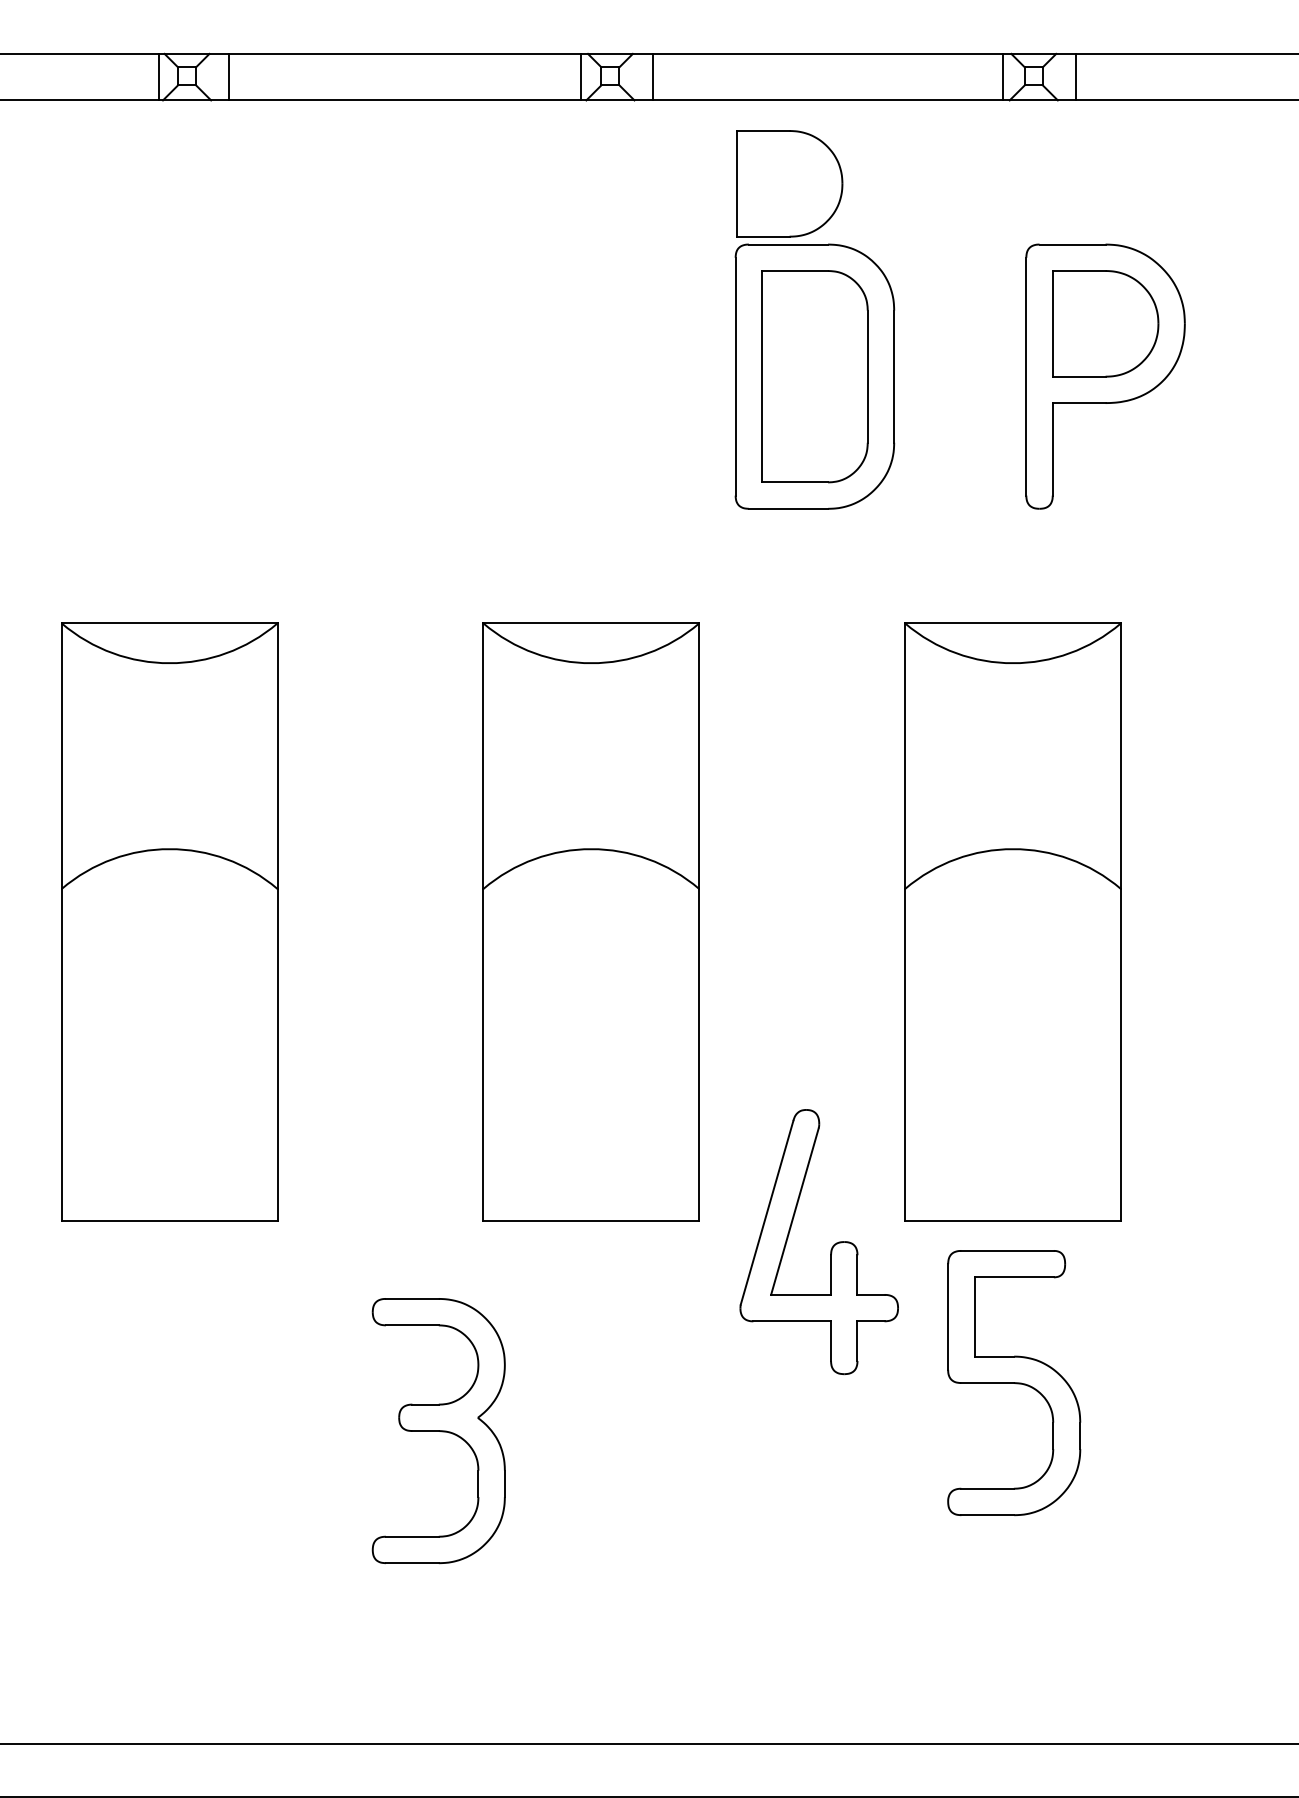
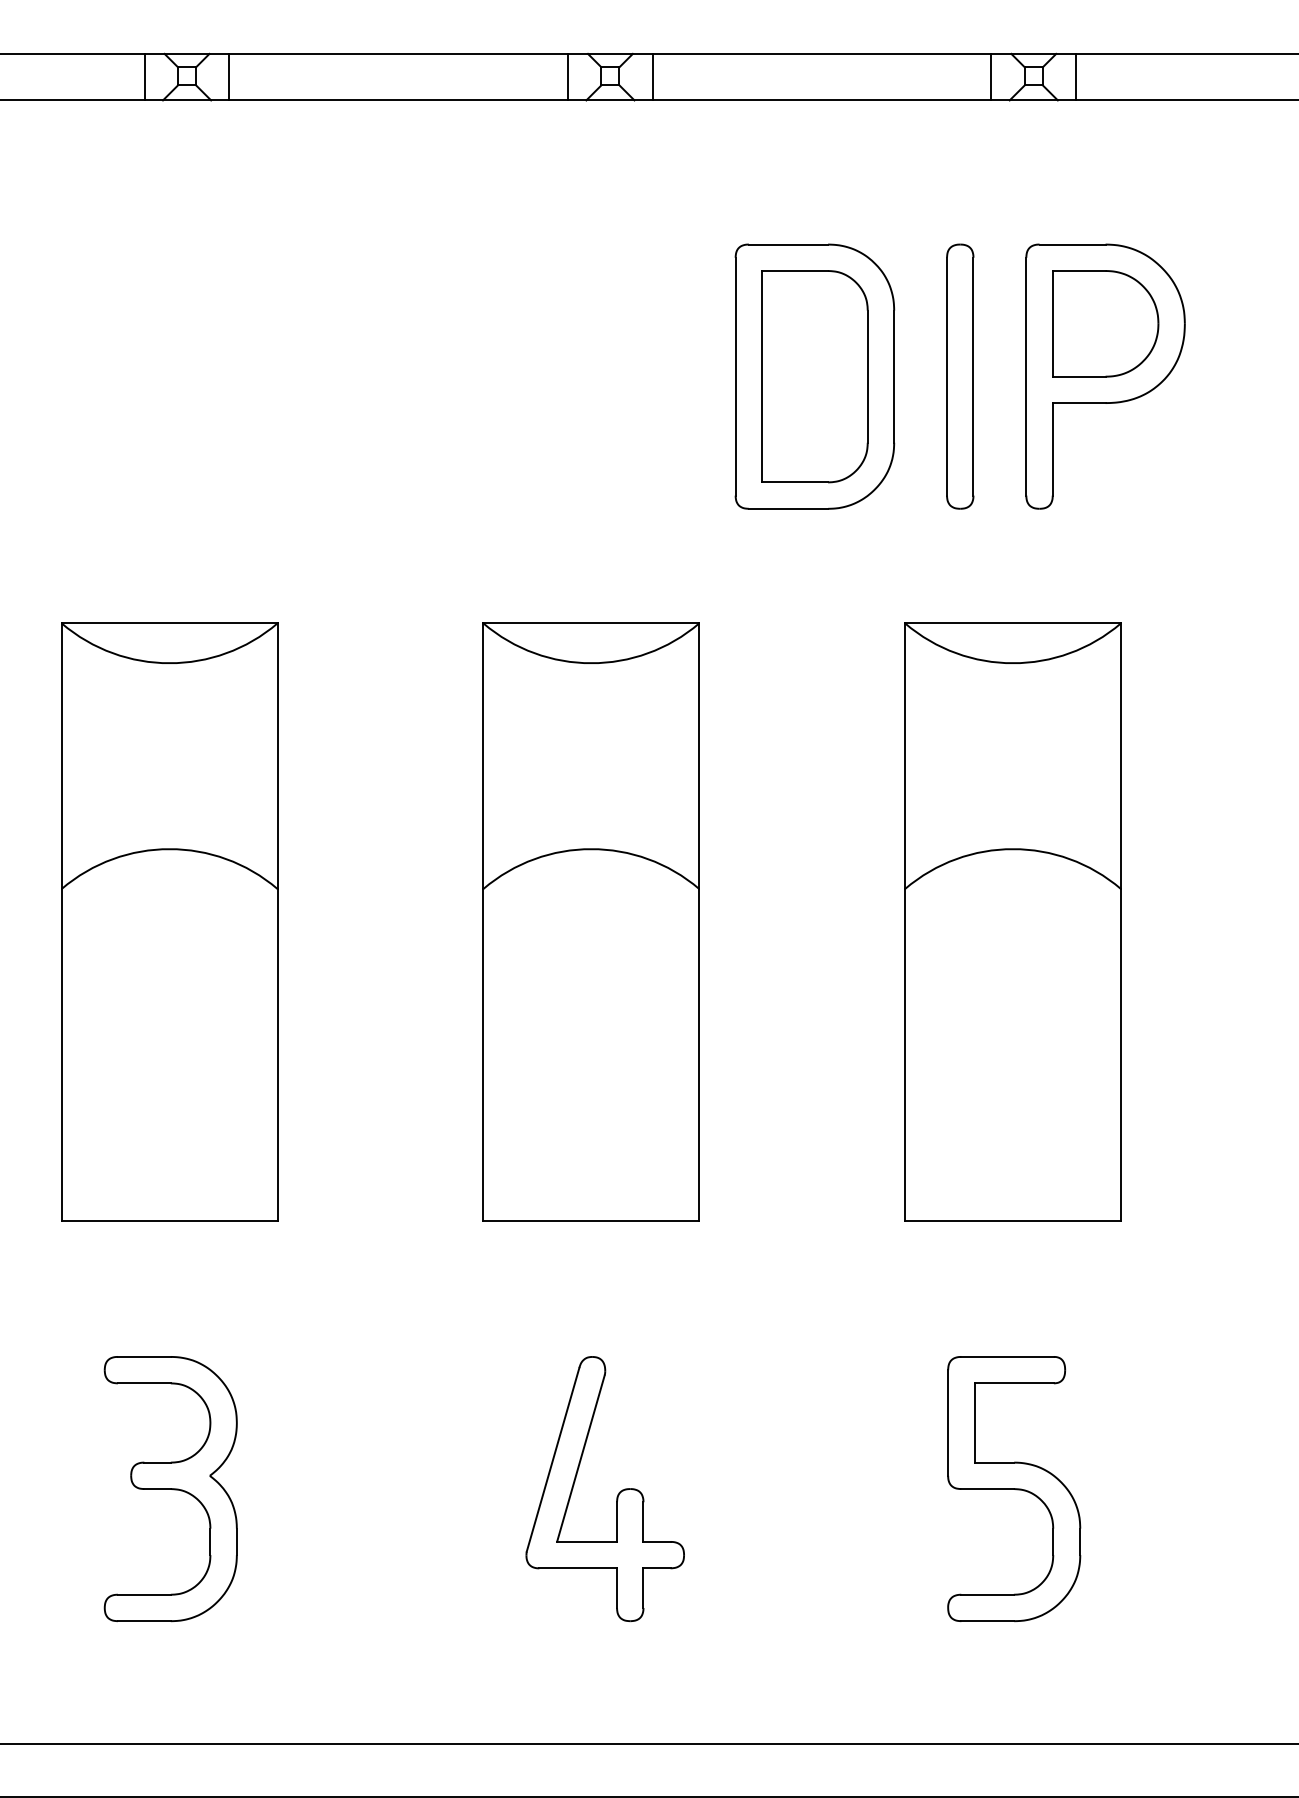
line at (158, 76) position: (158, 76) -> (144, 76)
line at (581, 76) position: (581, 76) -> (568, 76)
line at (1003, 76) position: (1003, 76) -> (991, 76)
part at (789, 183): present -> none
part at (960, 376): none -> present
part at (830, 1249) position: (830, 1249) -> (616, 1496)
part at (1014, 1383) position: (1014, 1383) -> (1014, 1489)
part at (438, 1431) position: (438, 1431) -> (170, 1489)
